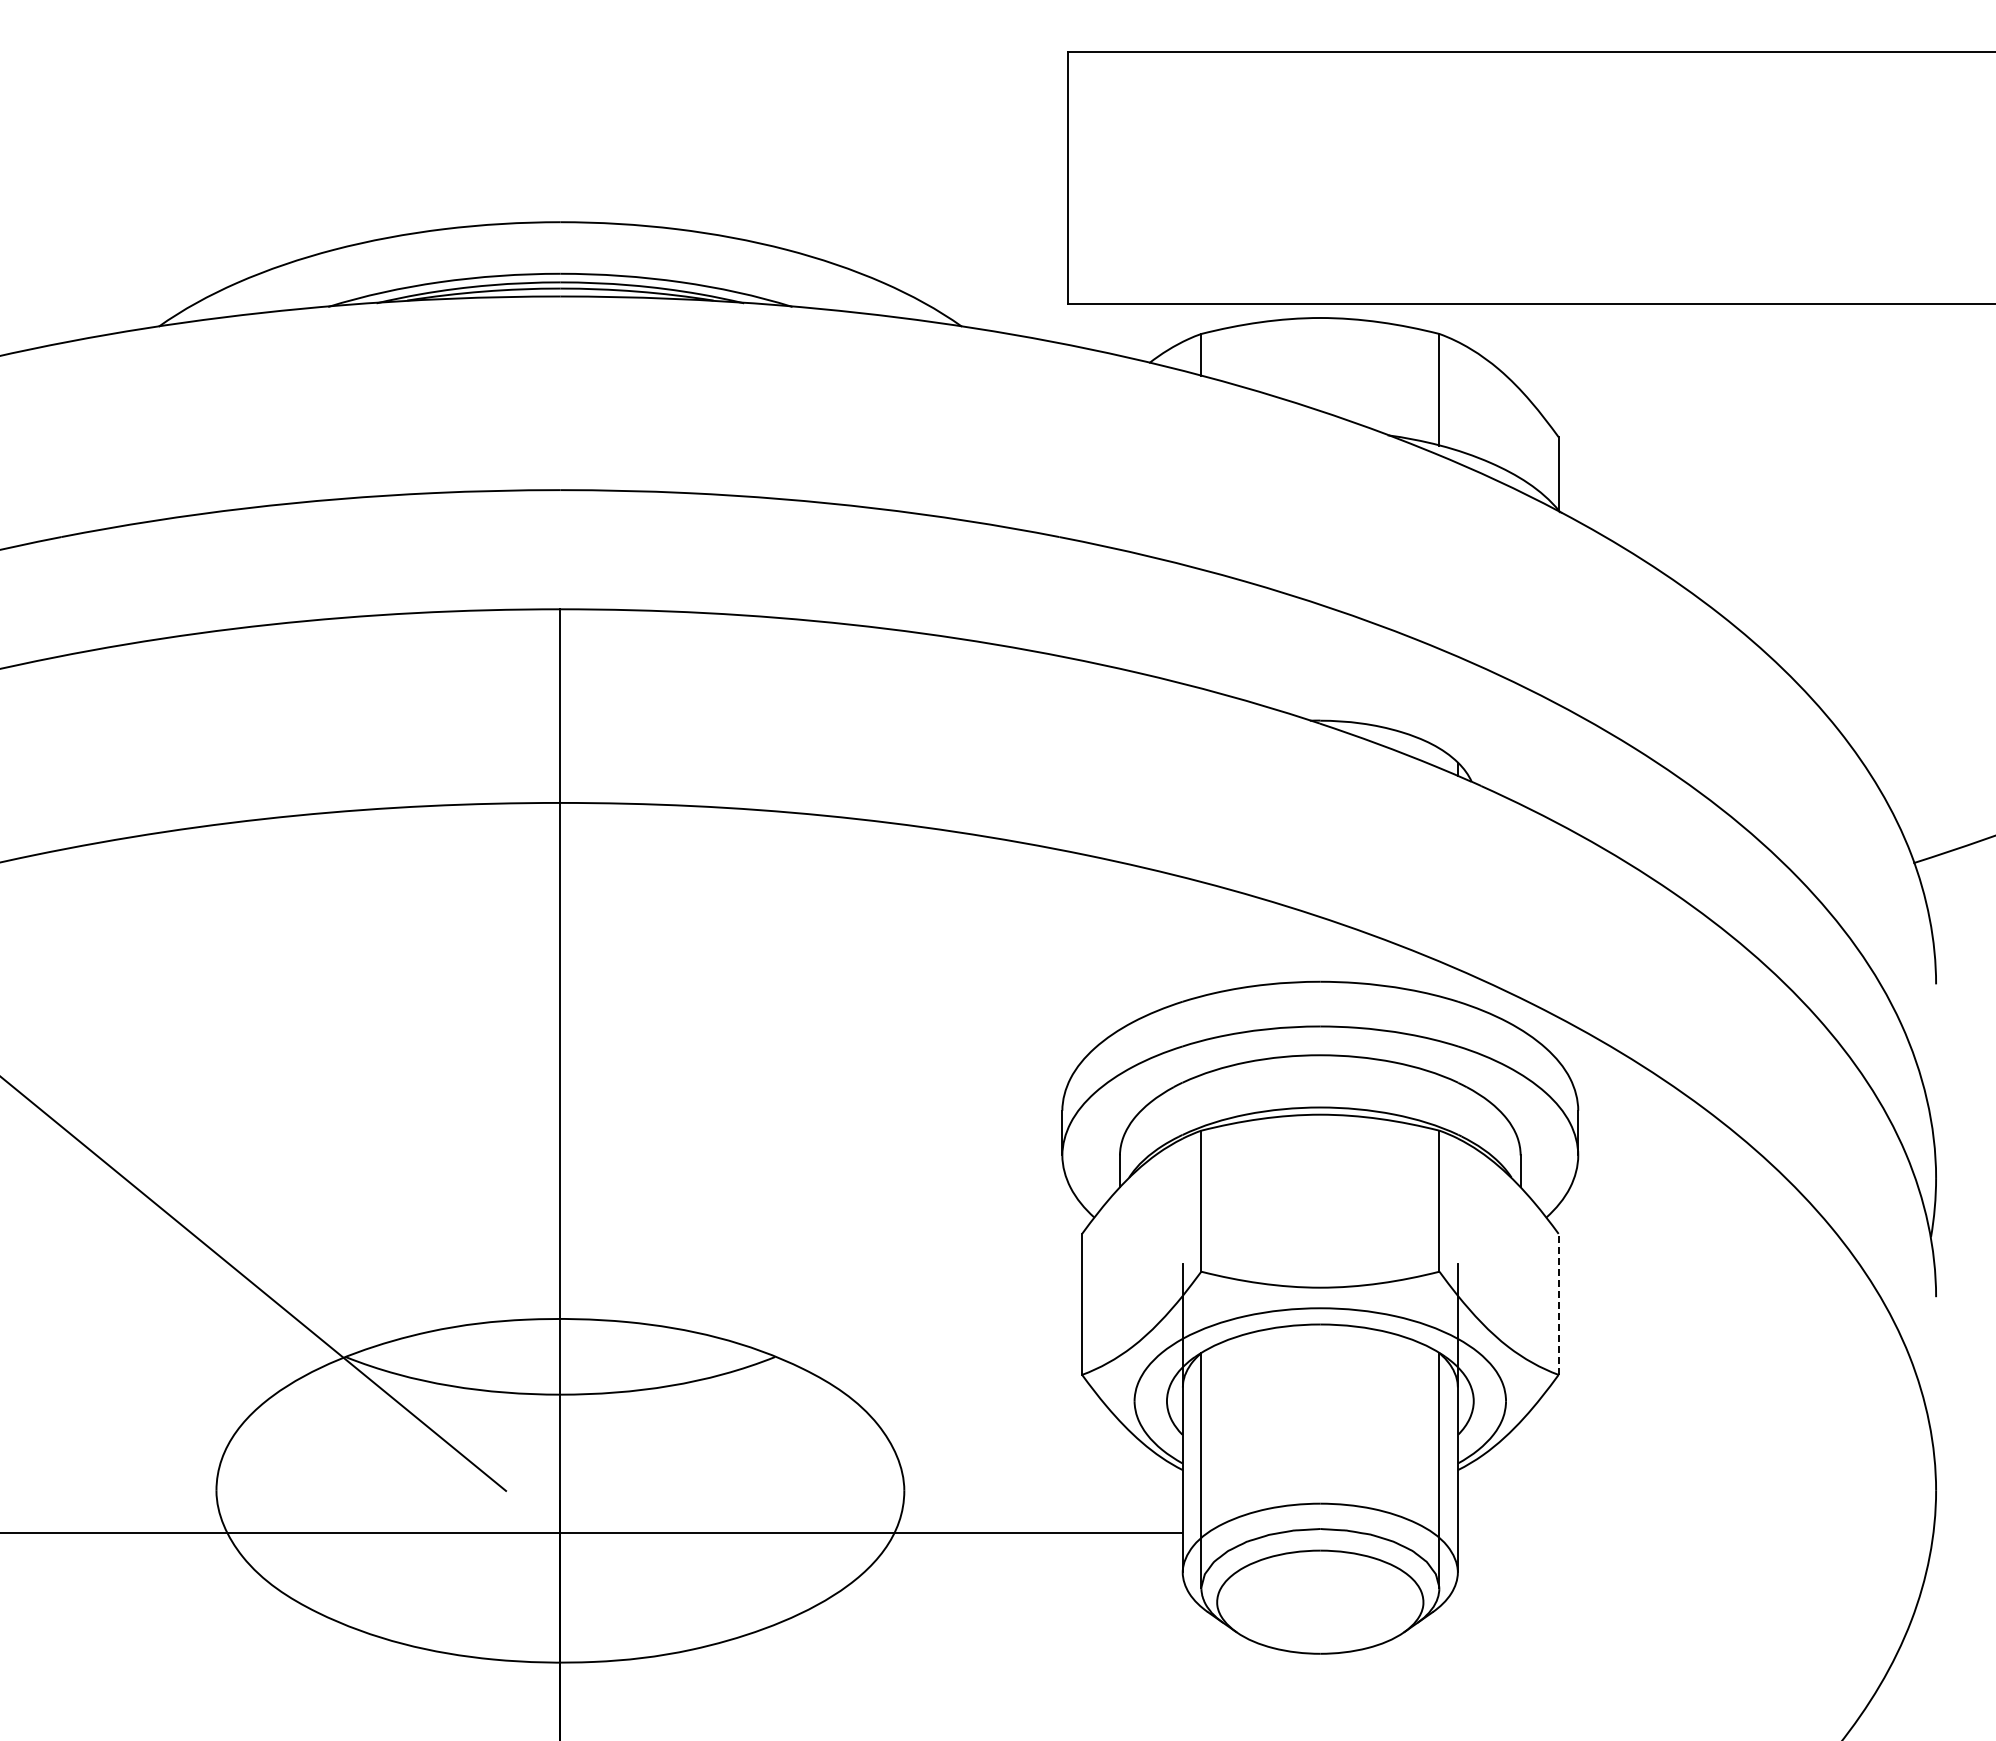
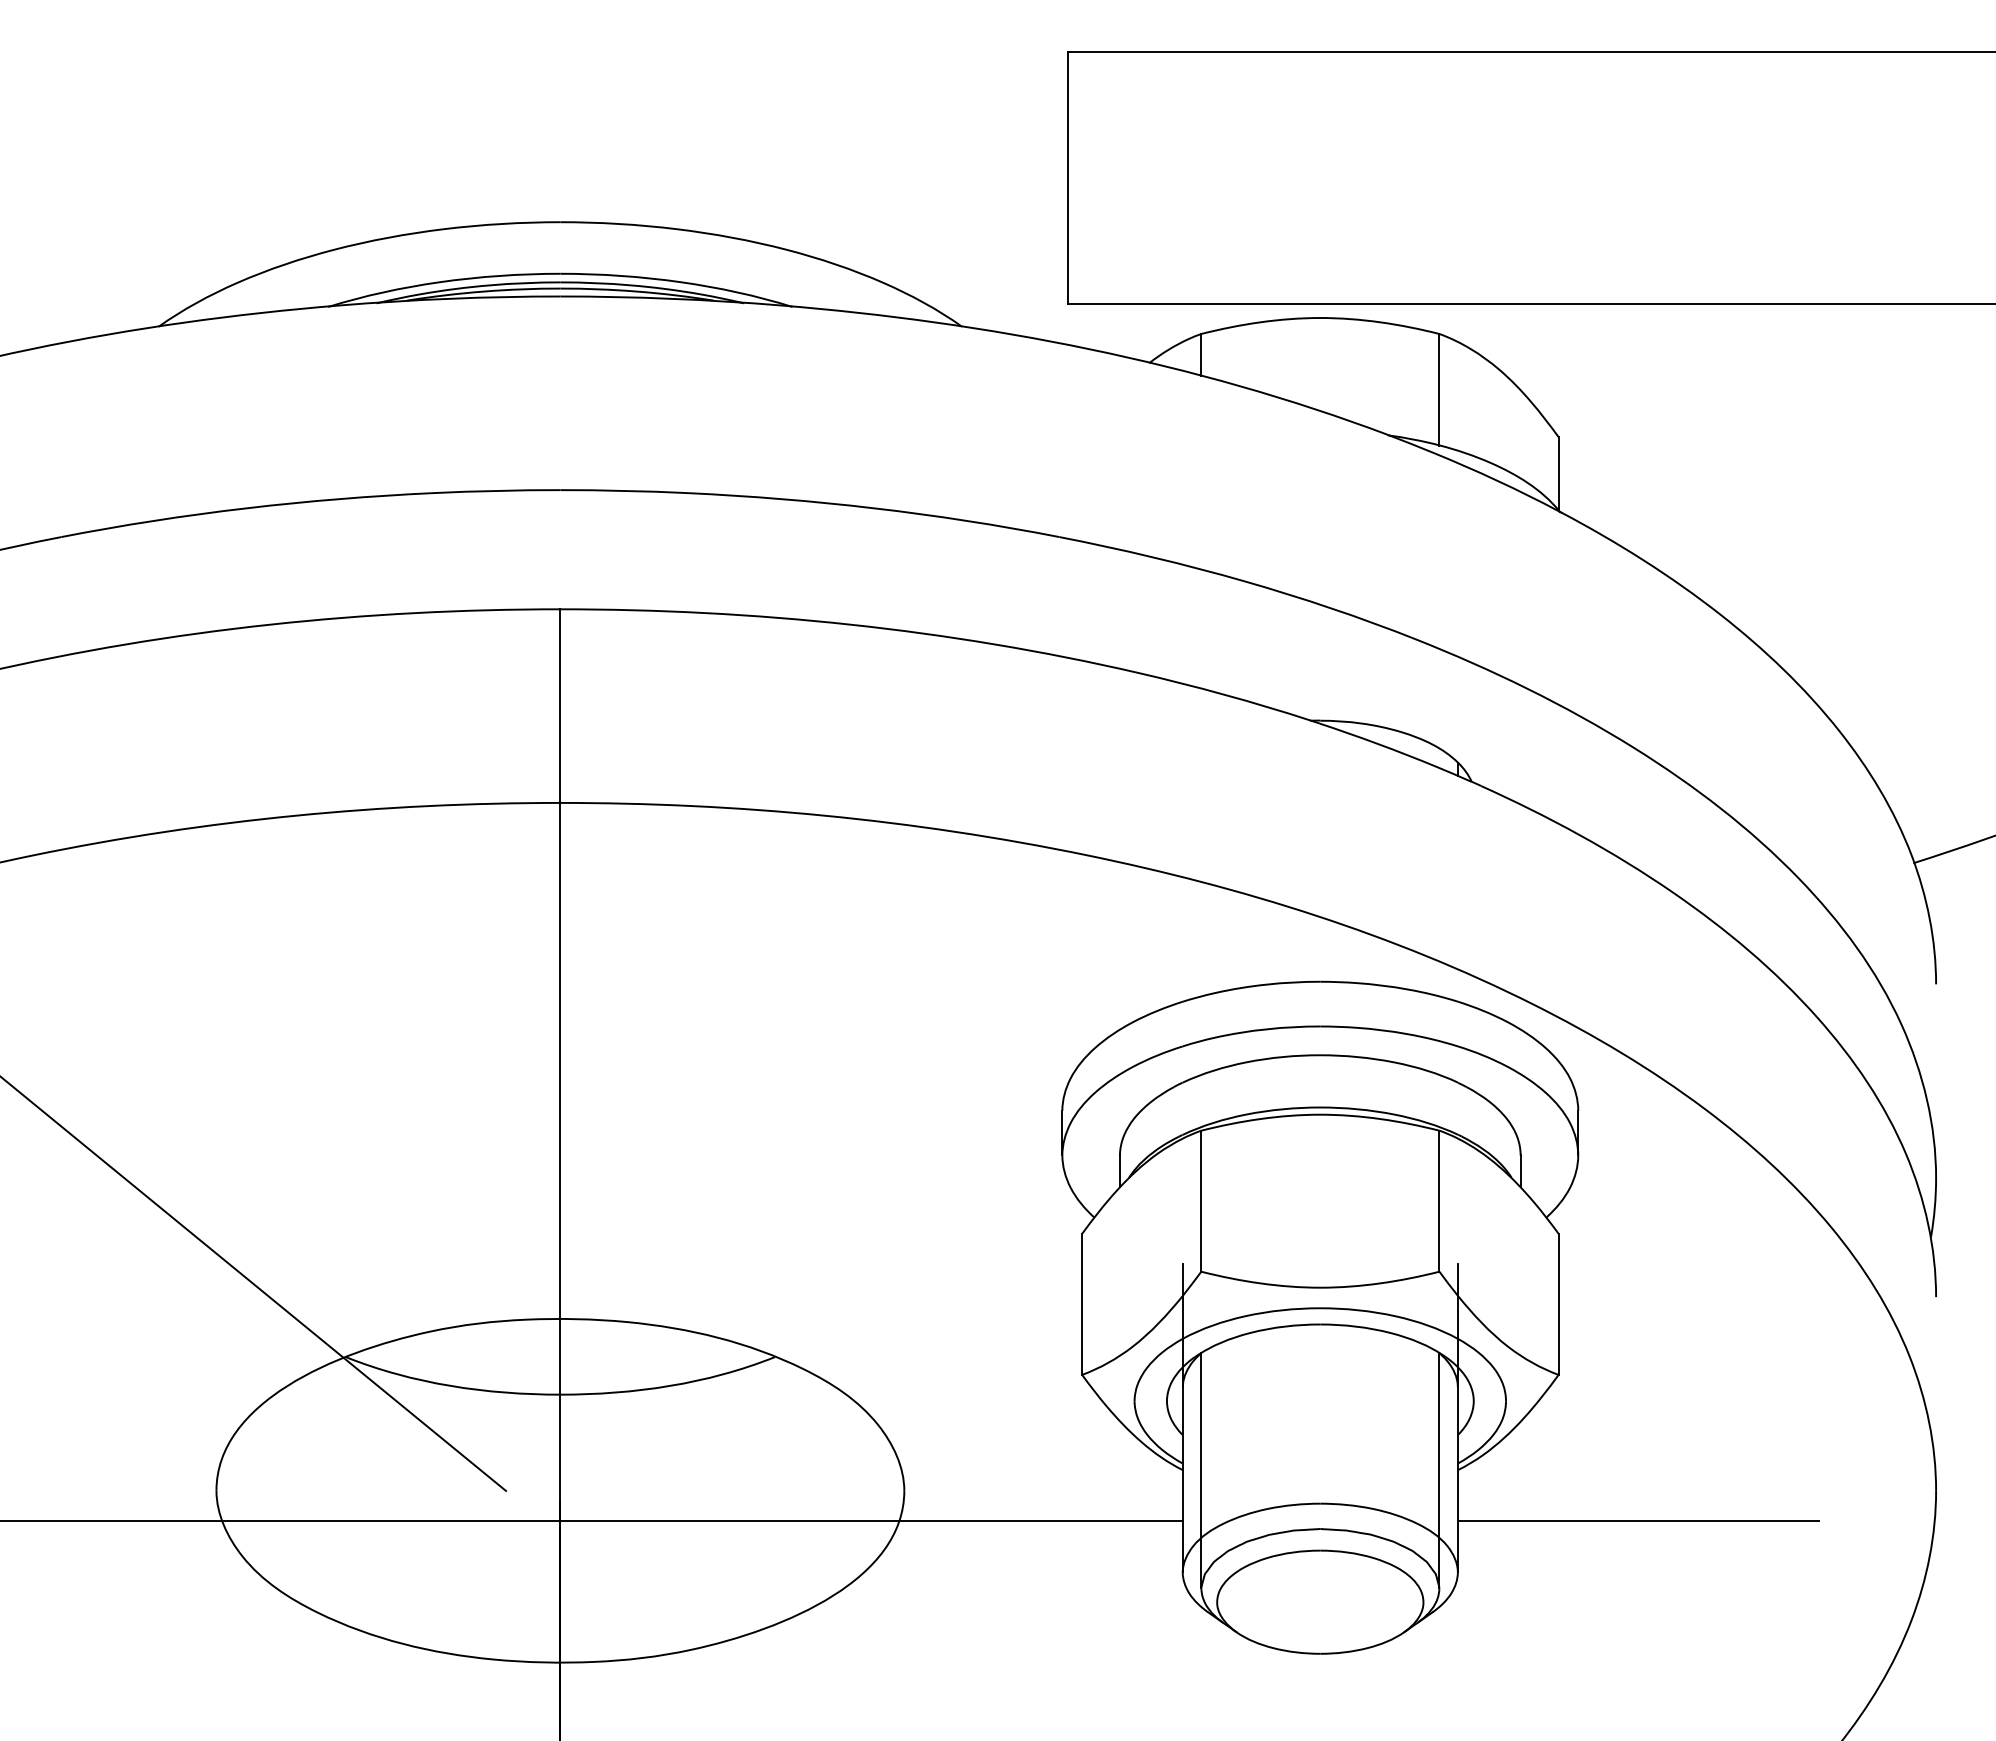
line at (1558, 1304): dashed -> solid
line at (1638, 1520): none -> present
line at (592, 1532) position: (592, 1532) -> (592, 1520)
